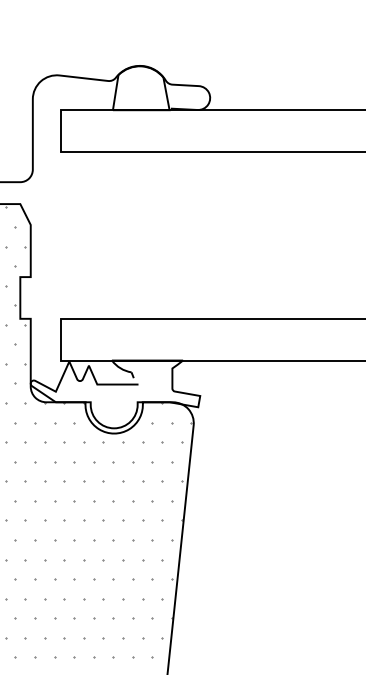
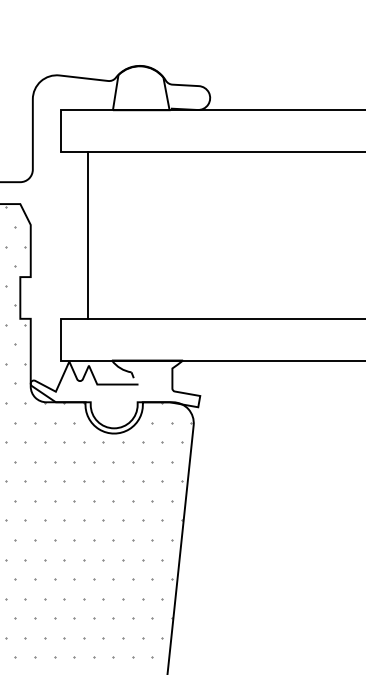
line at (88, 234): none -> present
